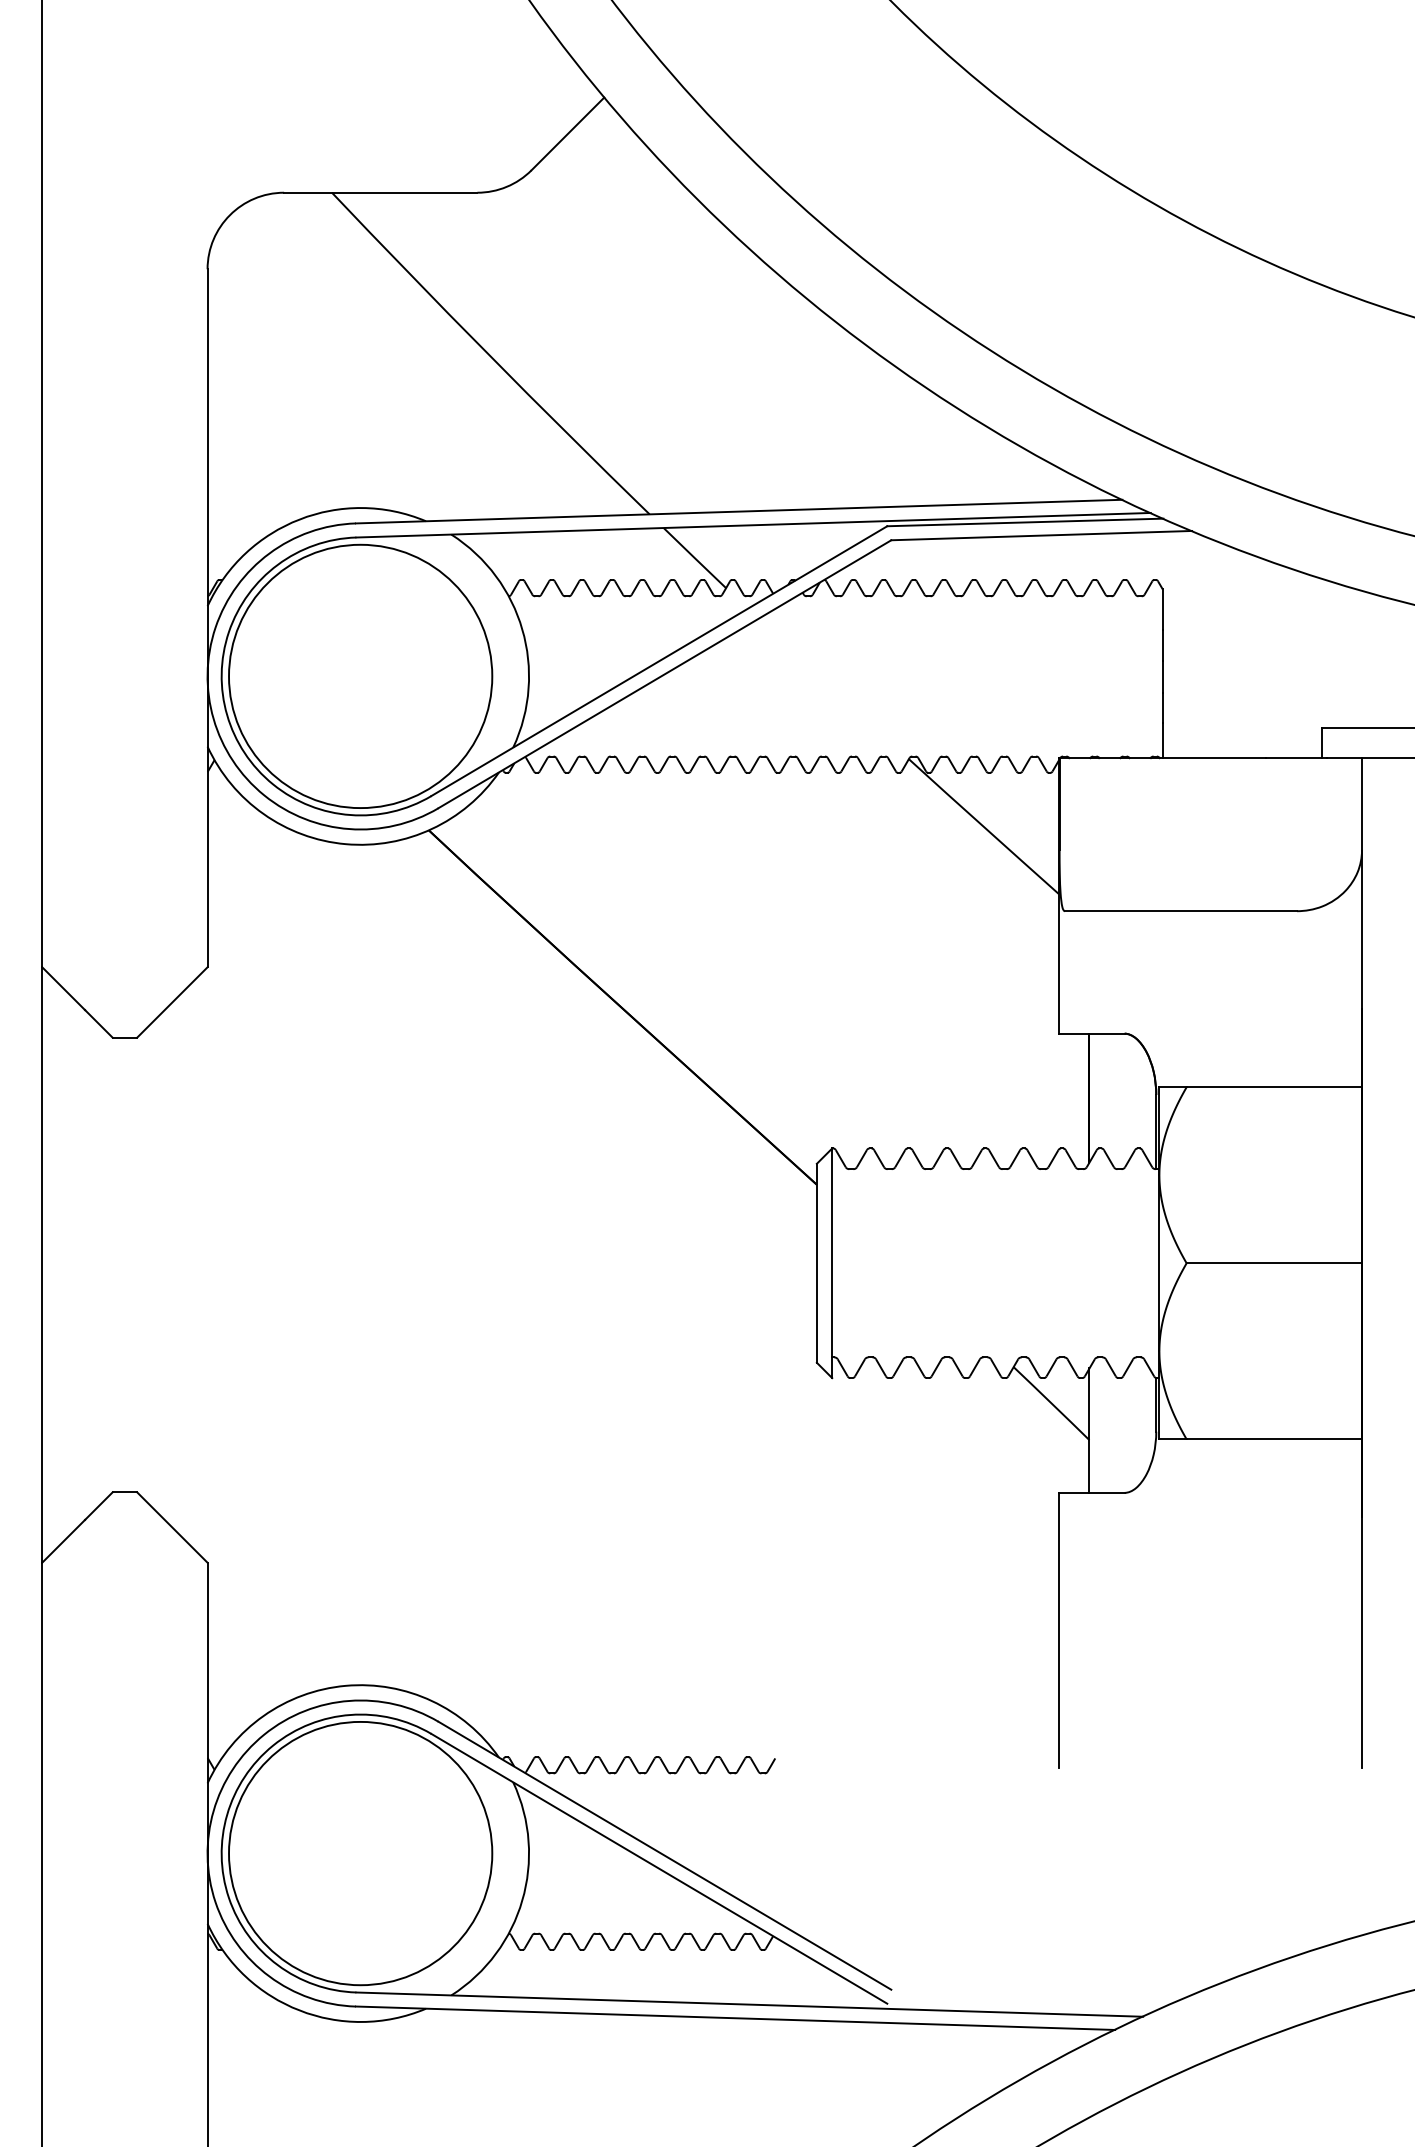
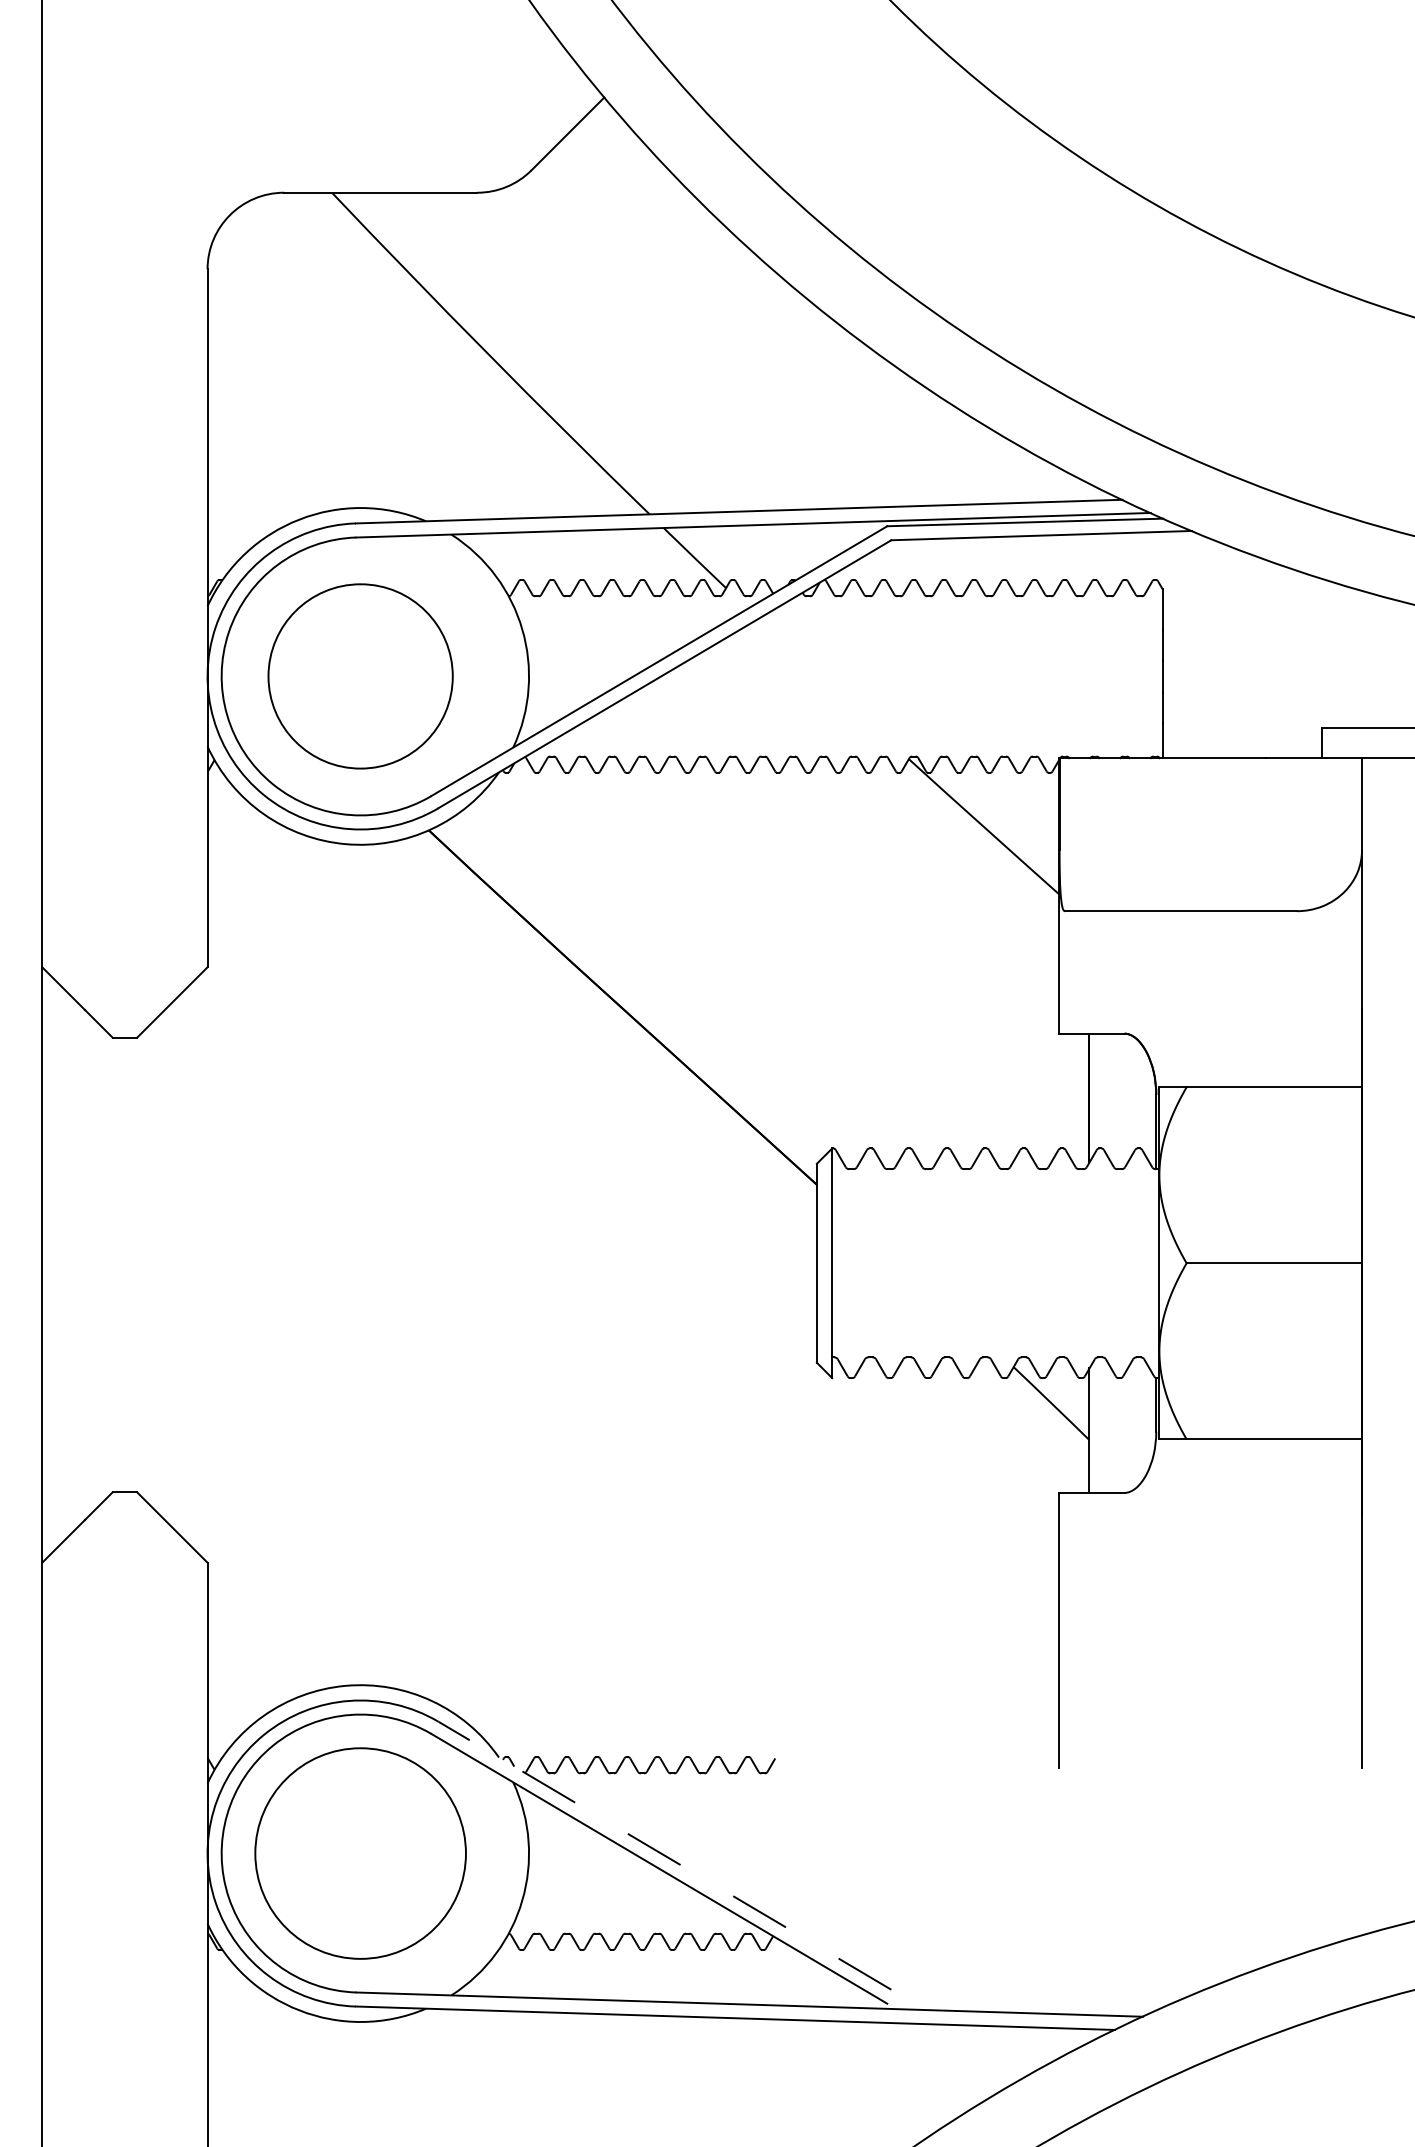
circle at (360, 676) diameter: 263 px -> 184 px
circle at (360, 1853) diameter: 263 px -> 211 px
line at (664, 1855): solid -> dashed
